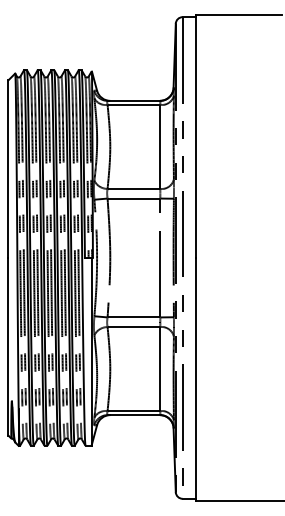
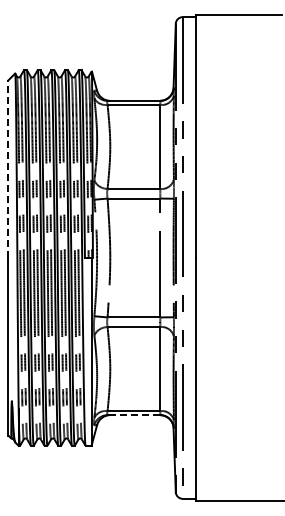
line at (8, 169): solid -> dashed
line at (133, 415): solid -> dashed
